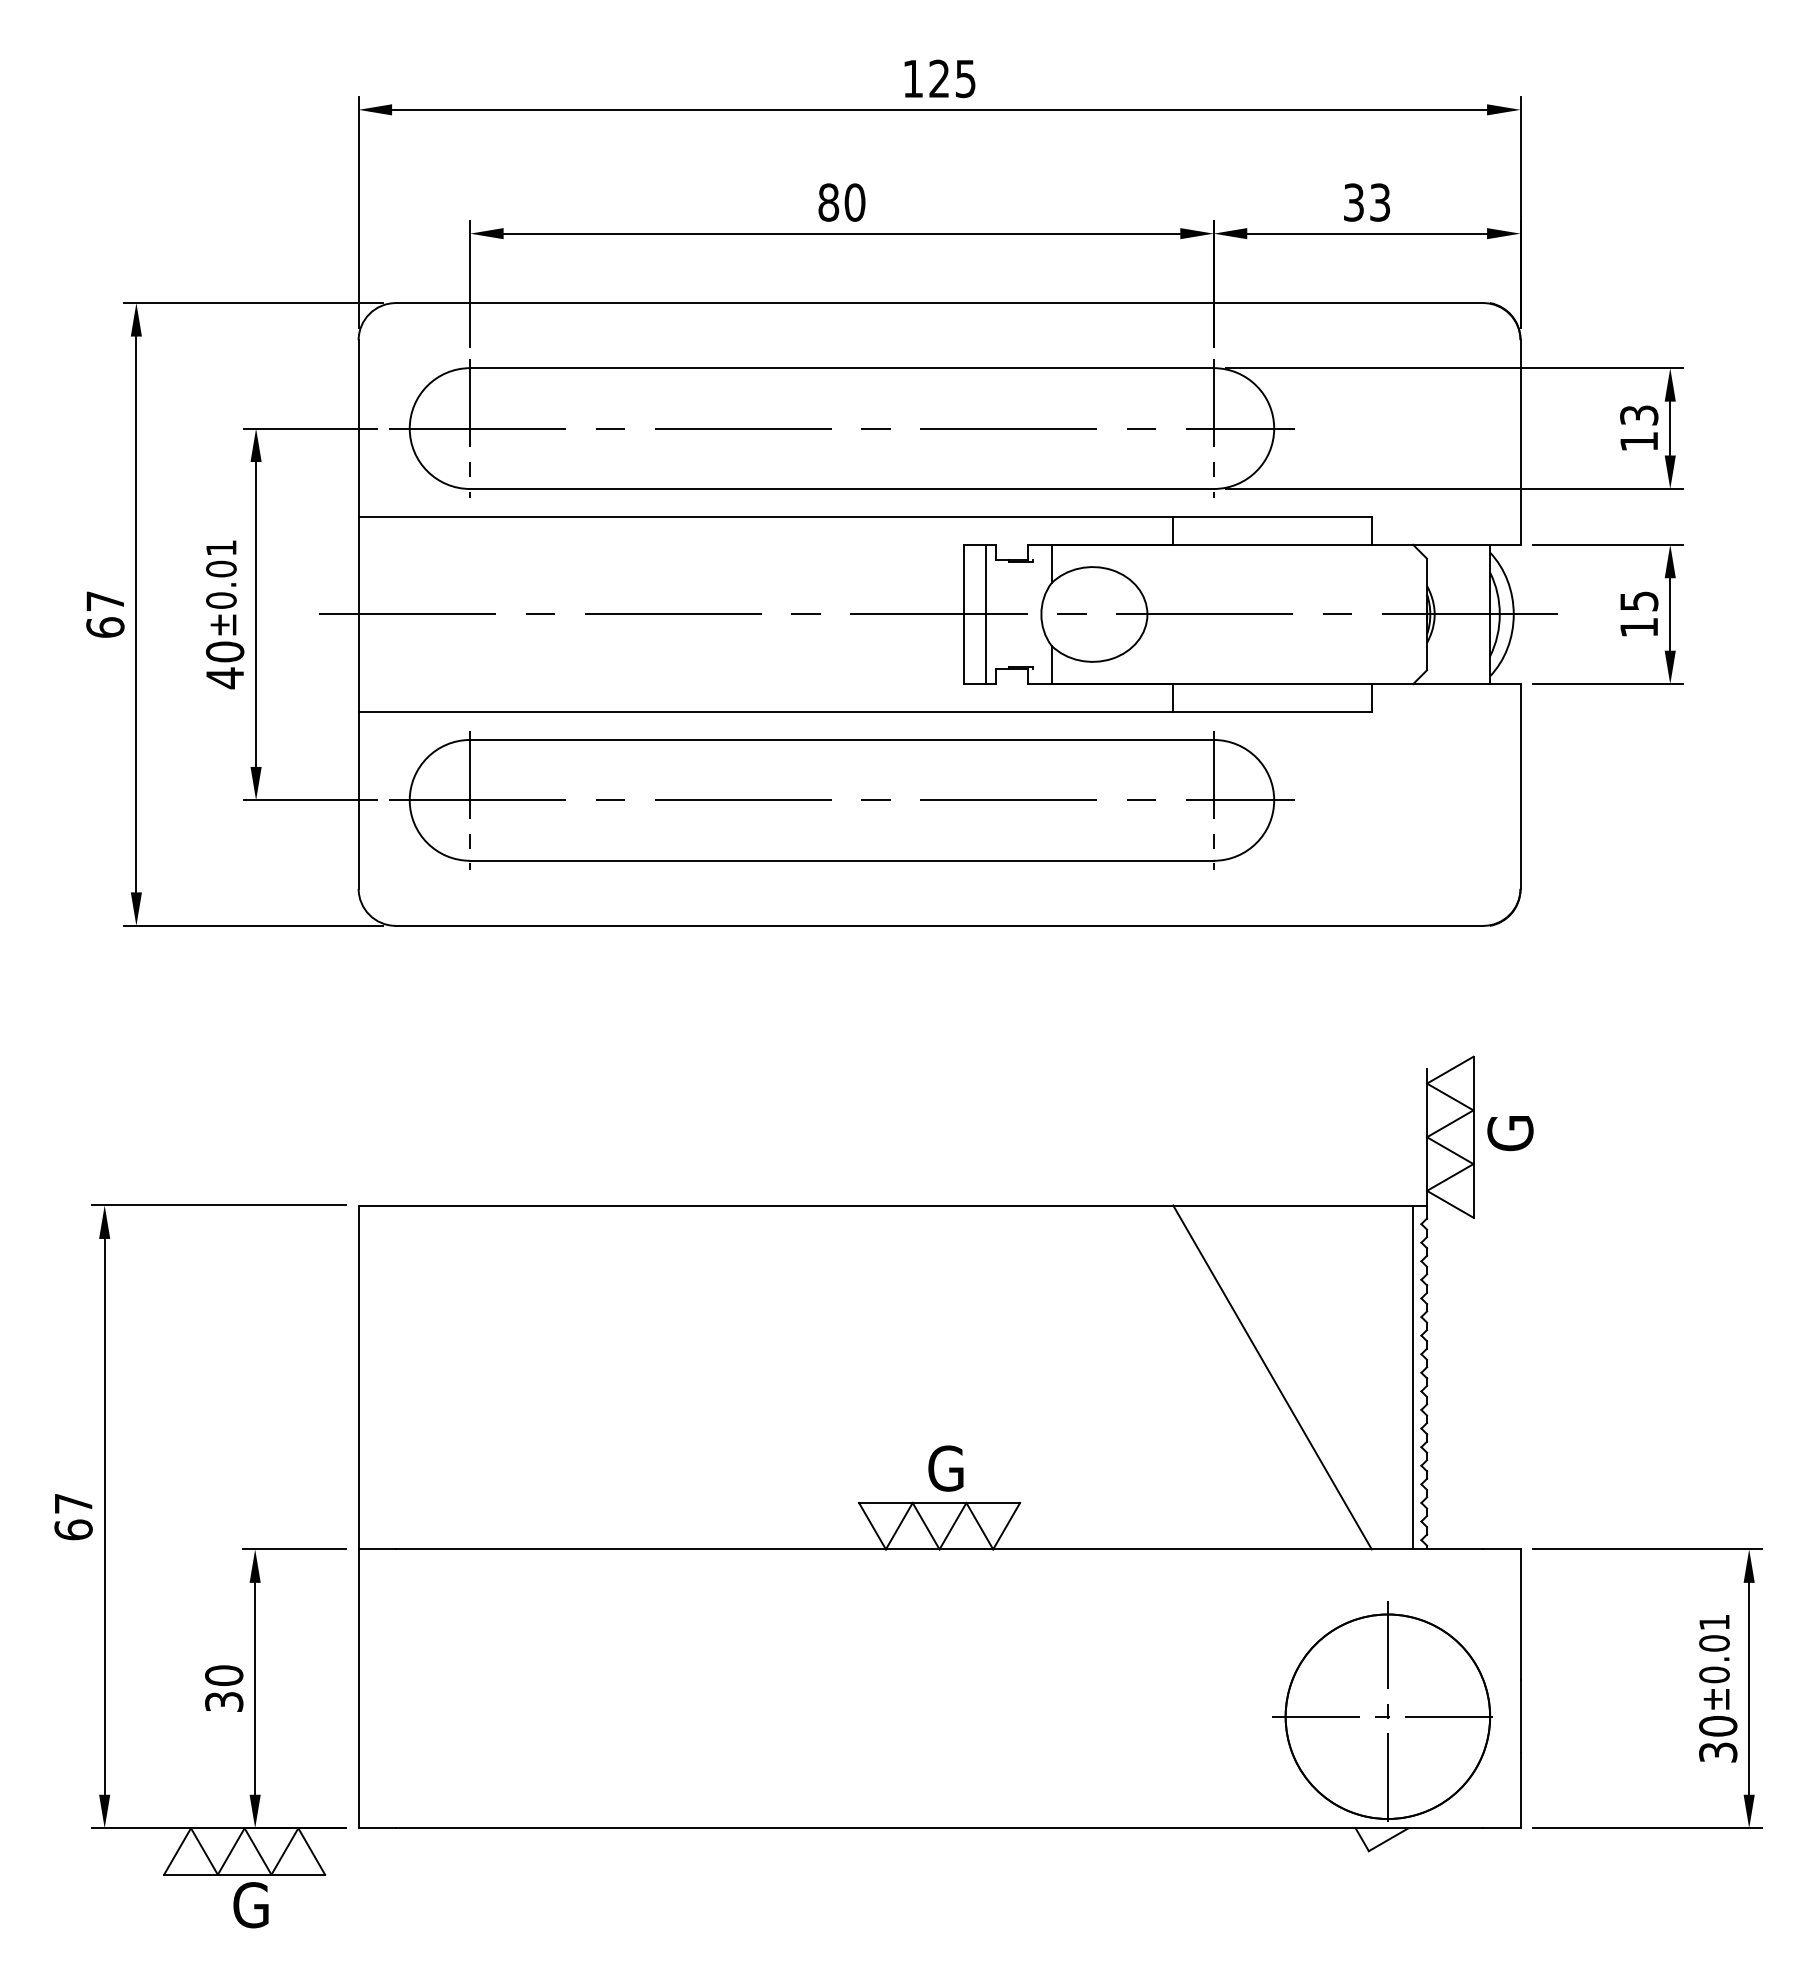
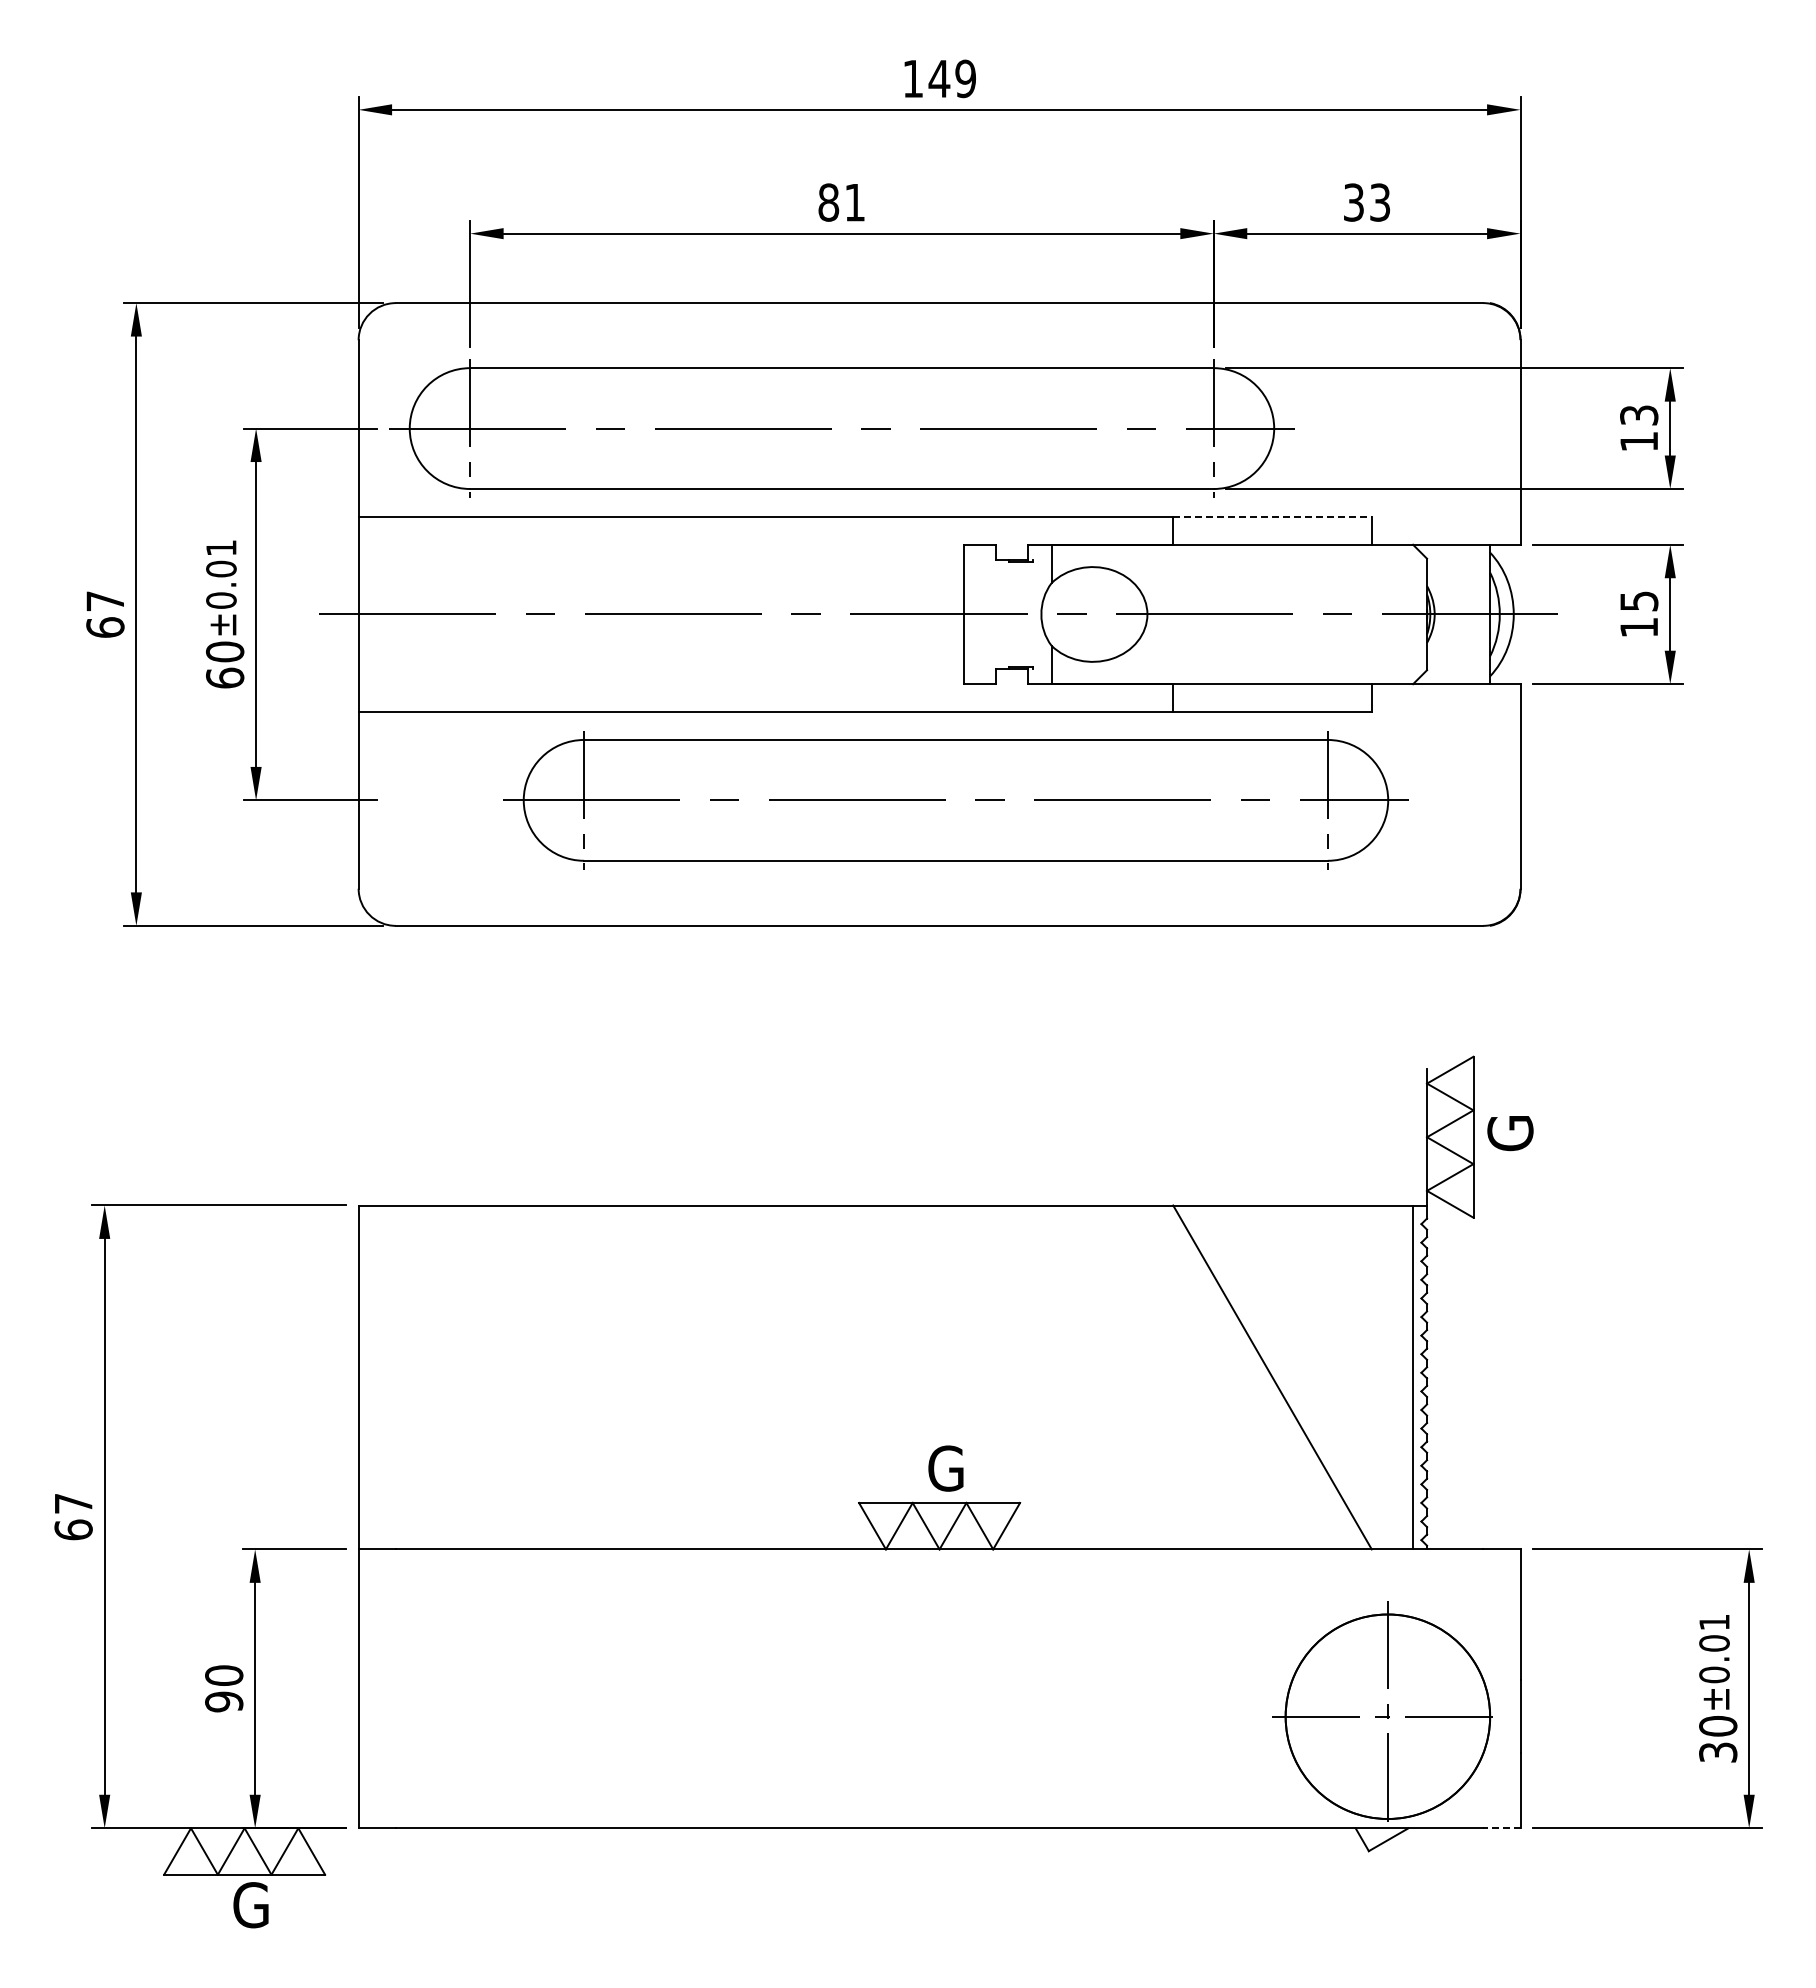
text at (951, 78): 125 -> 149
text at (854, 202): 80 -> 81
line at (1273, 516): solid -> dashed
line at (985, 614): present -> none
text at (225, 678): 40 -> 60
part at (841, 800) position: (841, 800) -> (955, 800)
text at (224, 1701): 30 -> 90
line at (1501, 1828): solid -> dashed
